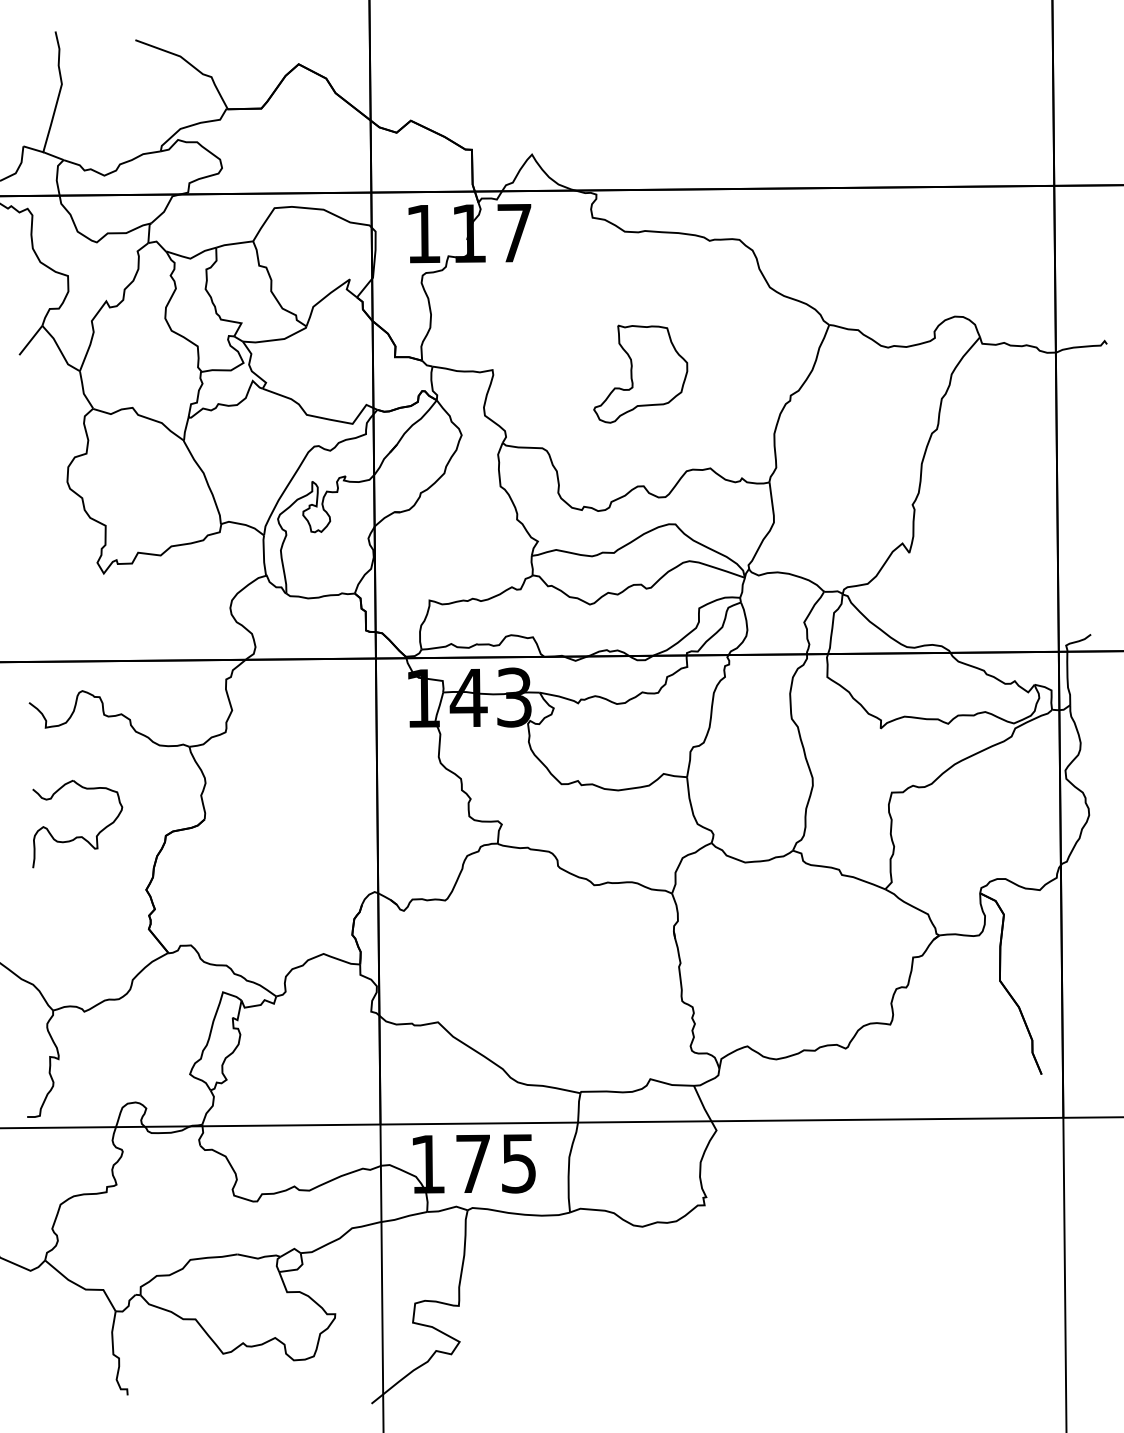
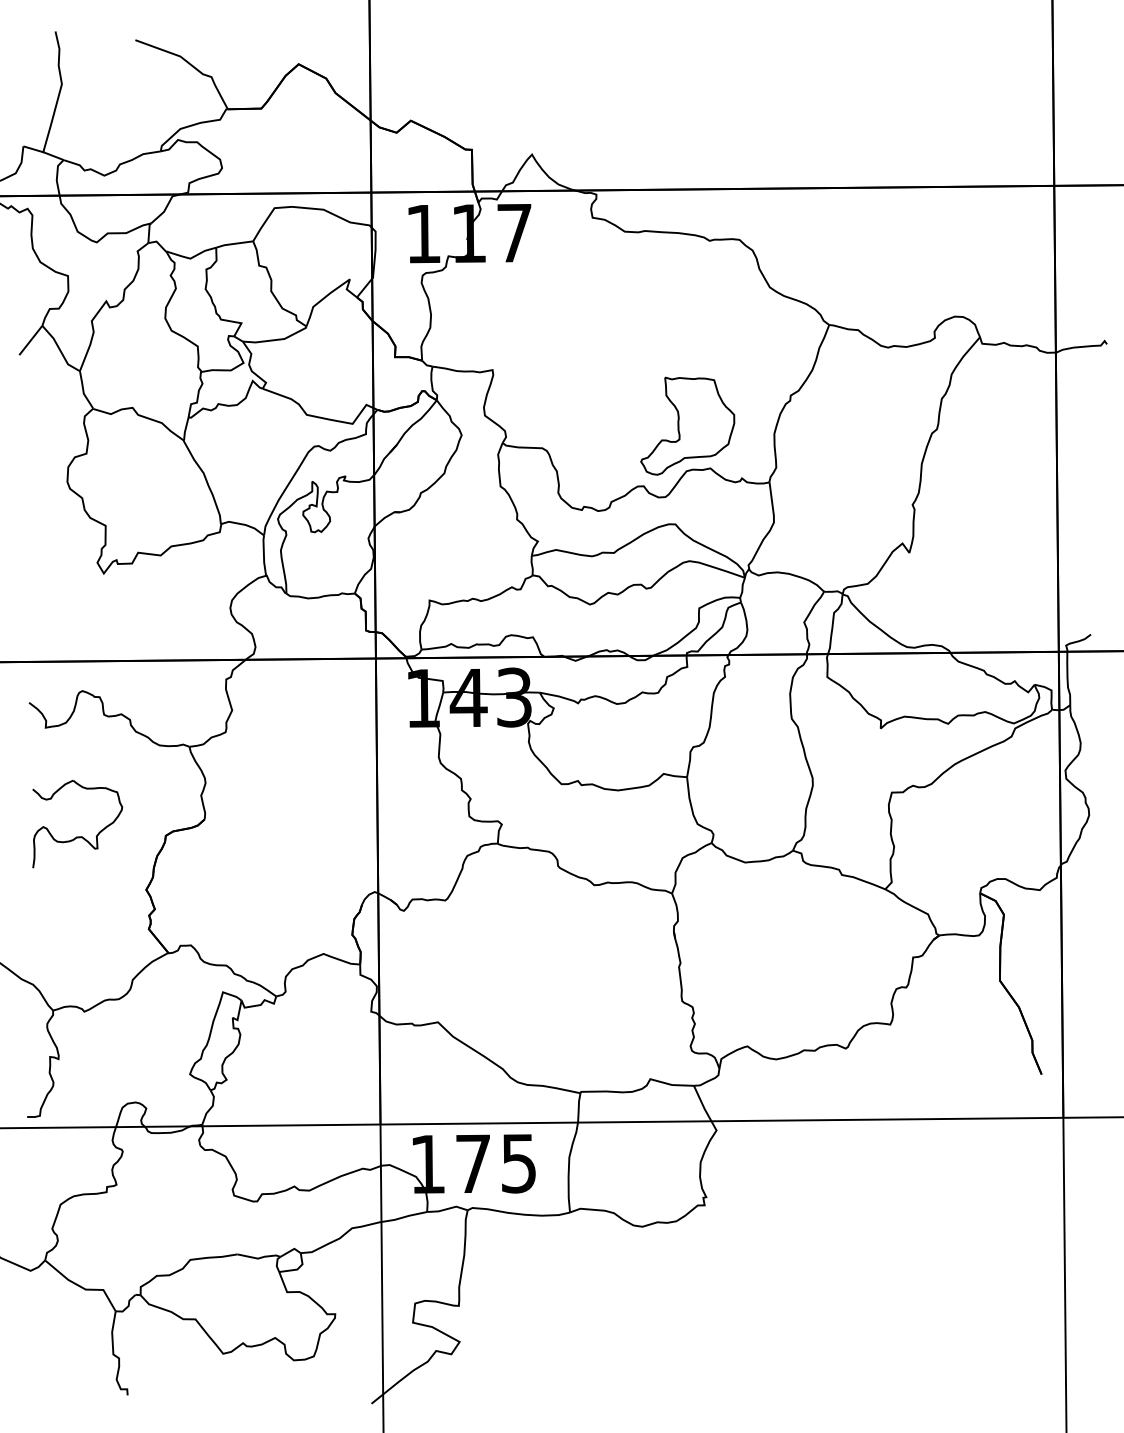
part at (640, 373) position: (640, 373) -> (687, 425)
